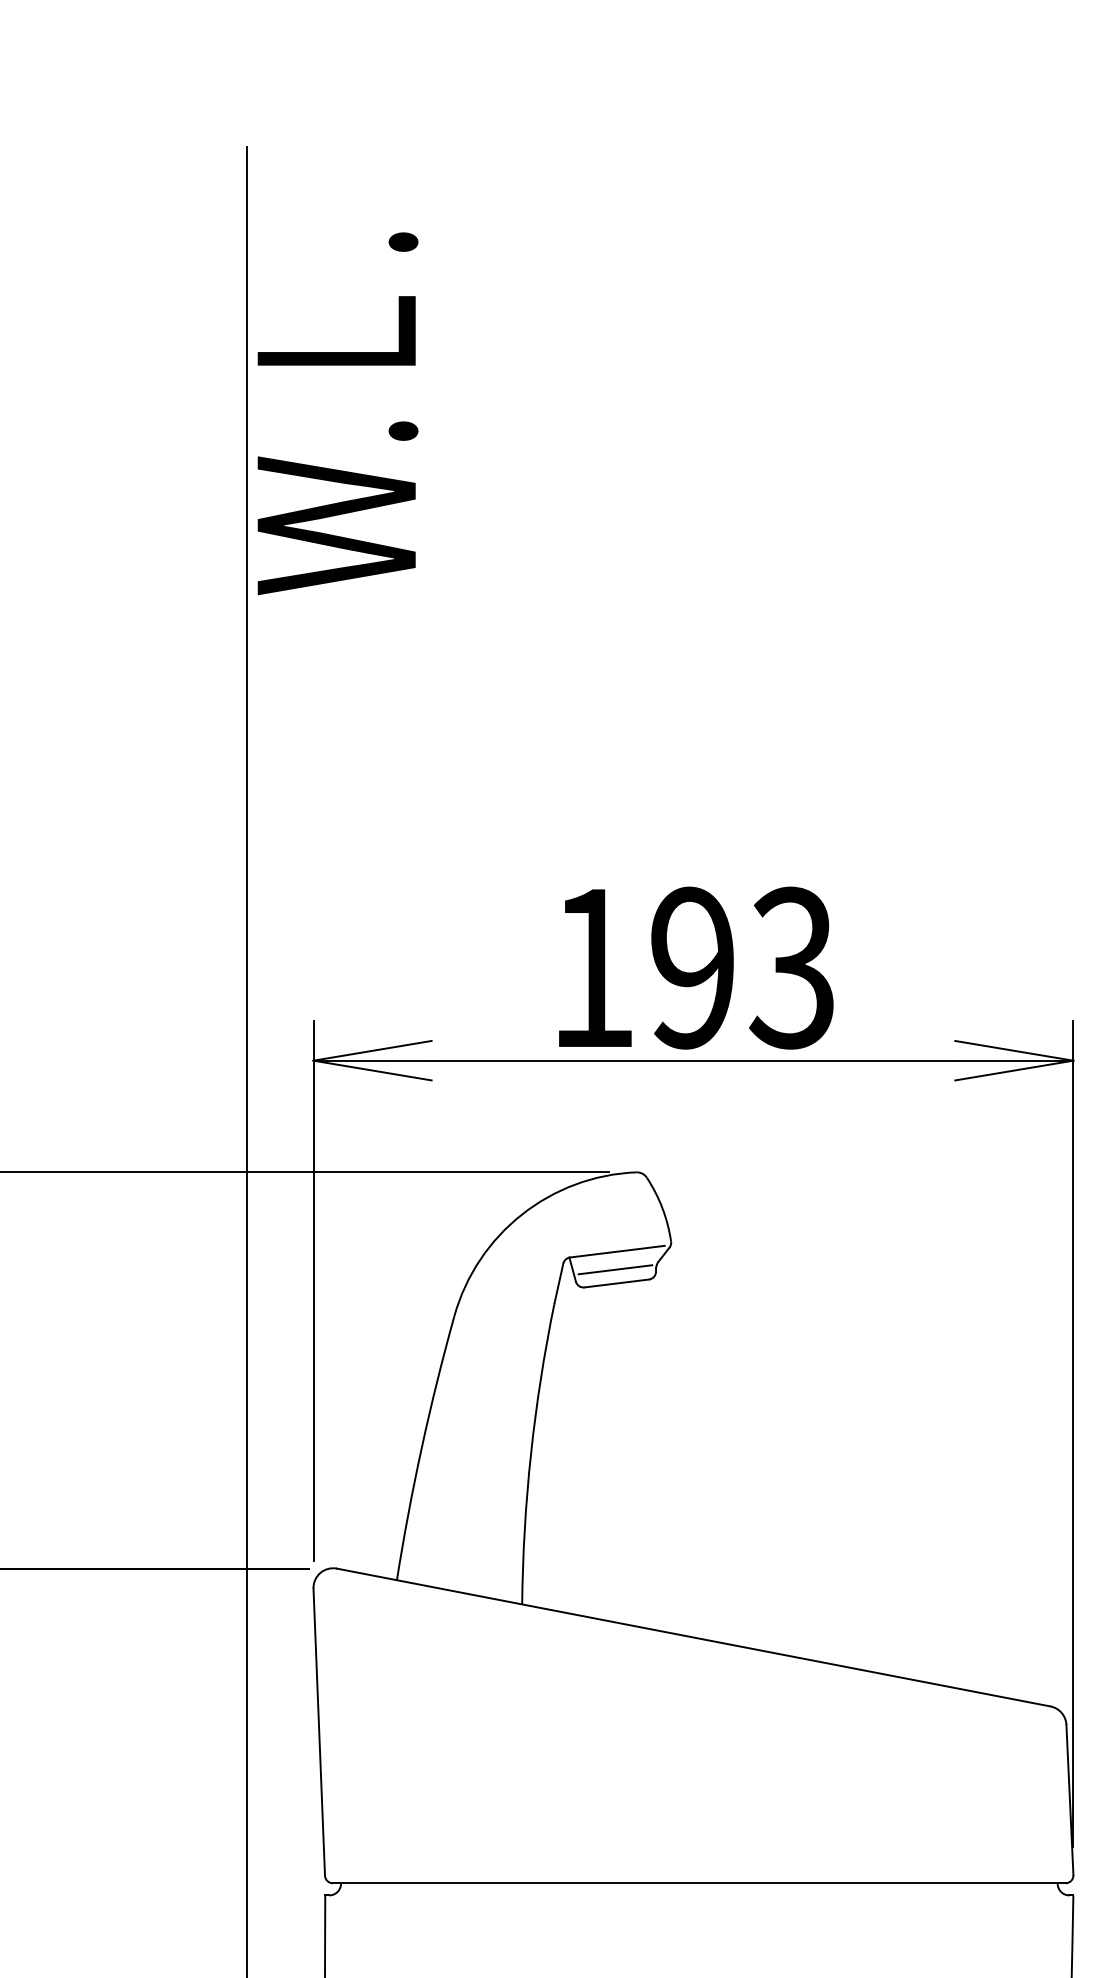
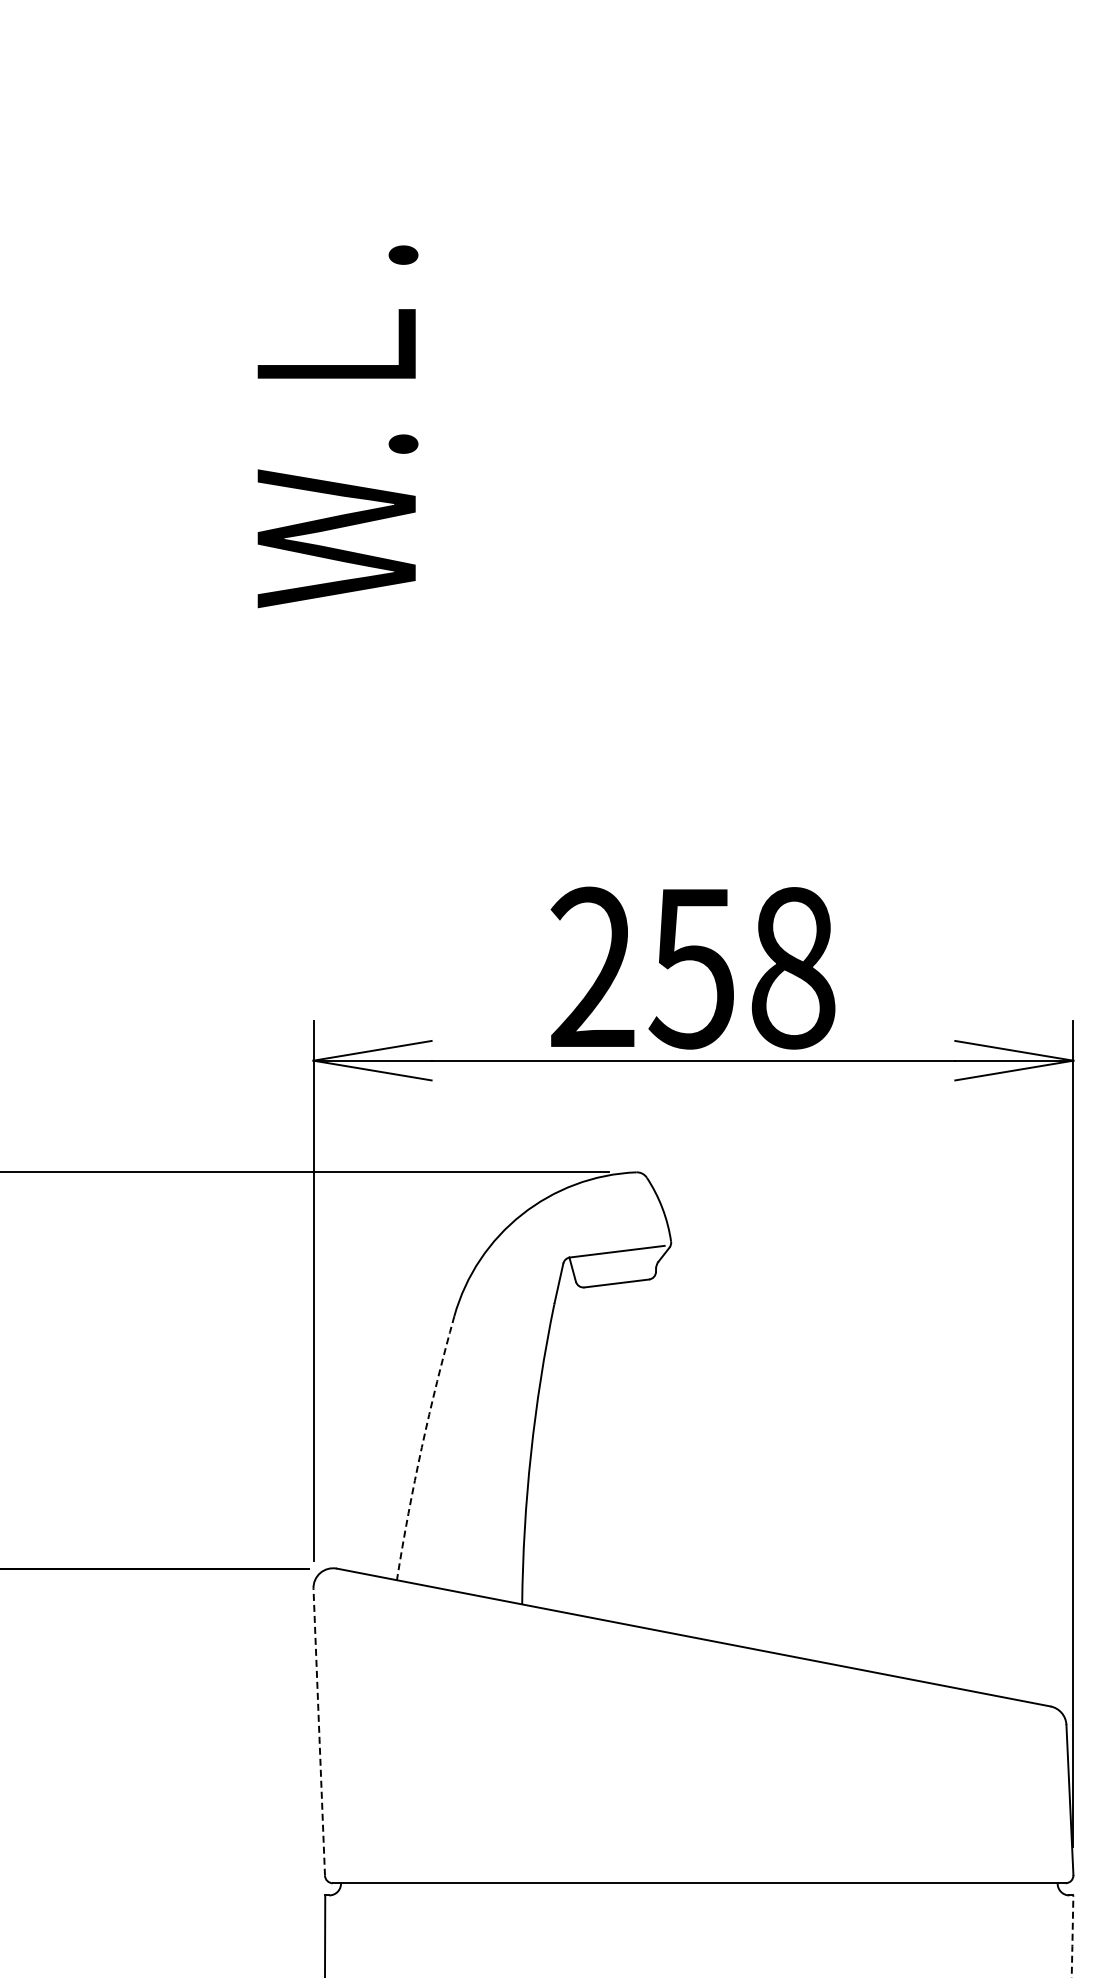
text at (337, 413) position: (337, 413) -> (337, 426)
text at (692, 967): 193 -> 258
line at (246, 1060): present -> none
line at (615, 1269): present -> none
arc at (421, 1447): solid -> dashed
line at (319, 1732): solid -> dashed
arc at (1072, 1936): solid -> dashed
